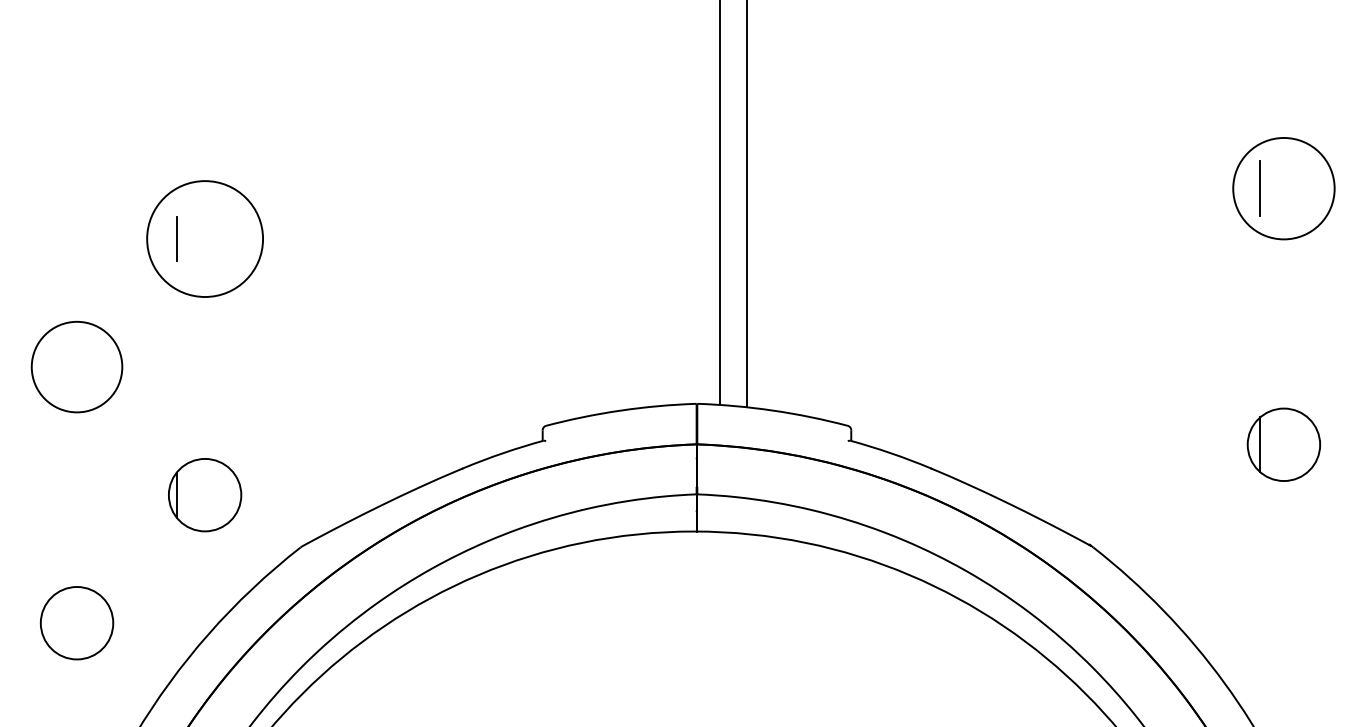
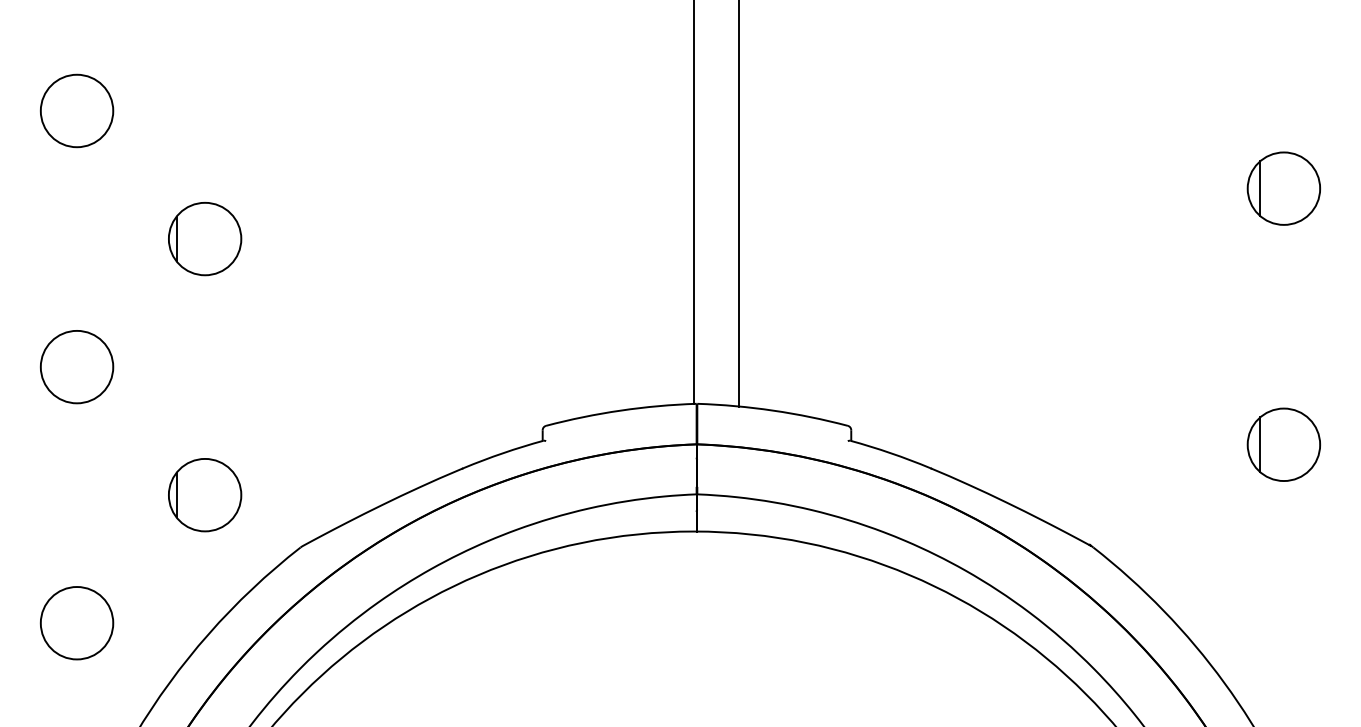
circle at (77, 110): none -> present
circle at (1283, 188) diameter: 101 px -> 72 px
line at (720, 202) position: (720, 202) -> (694, 202)
line at (747, 204) position: (747, 204) -> (739, 204)
circle at (205, 239) diameter: 116 px -> 72 px
circle at (76, 366) diameter: 91 px -> 72 px
